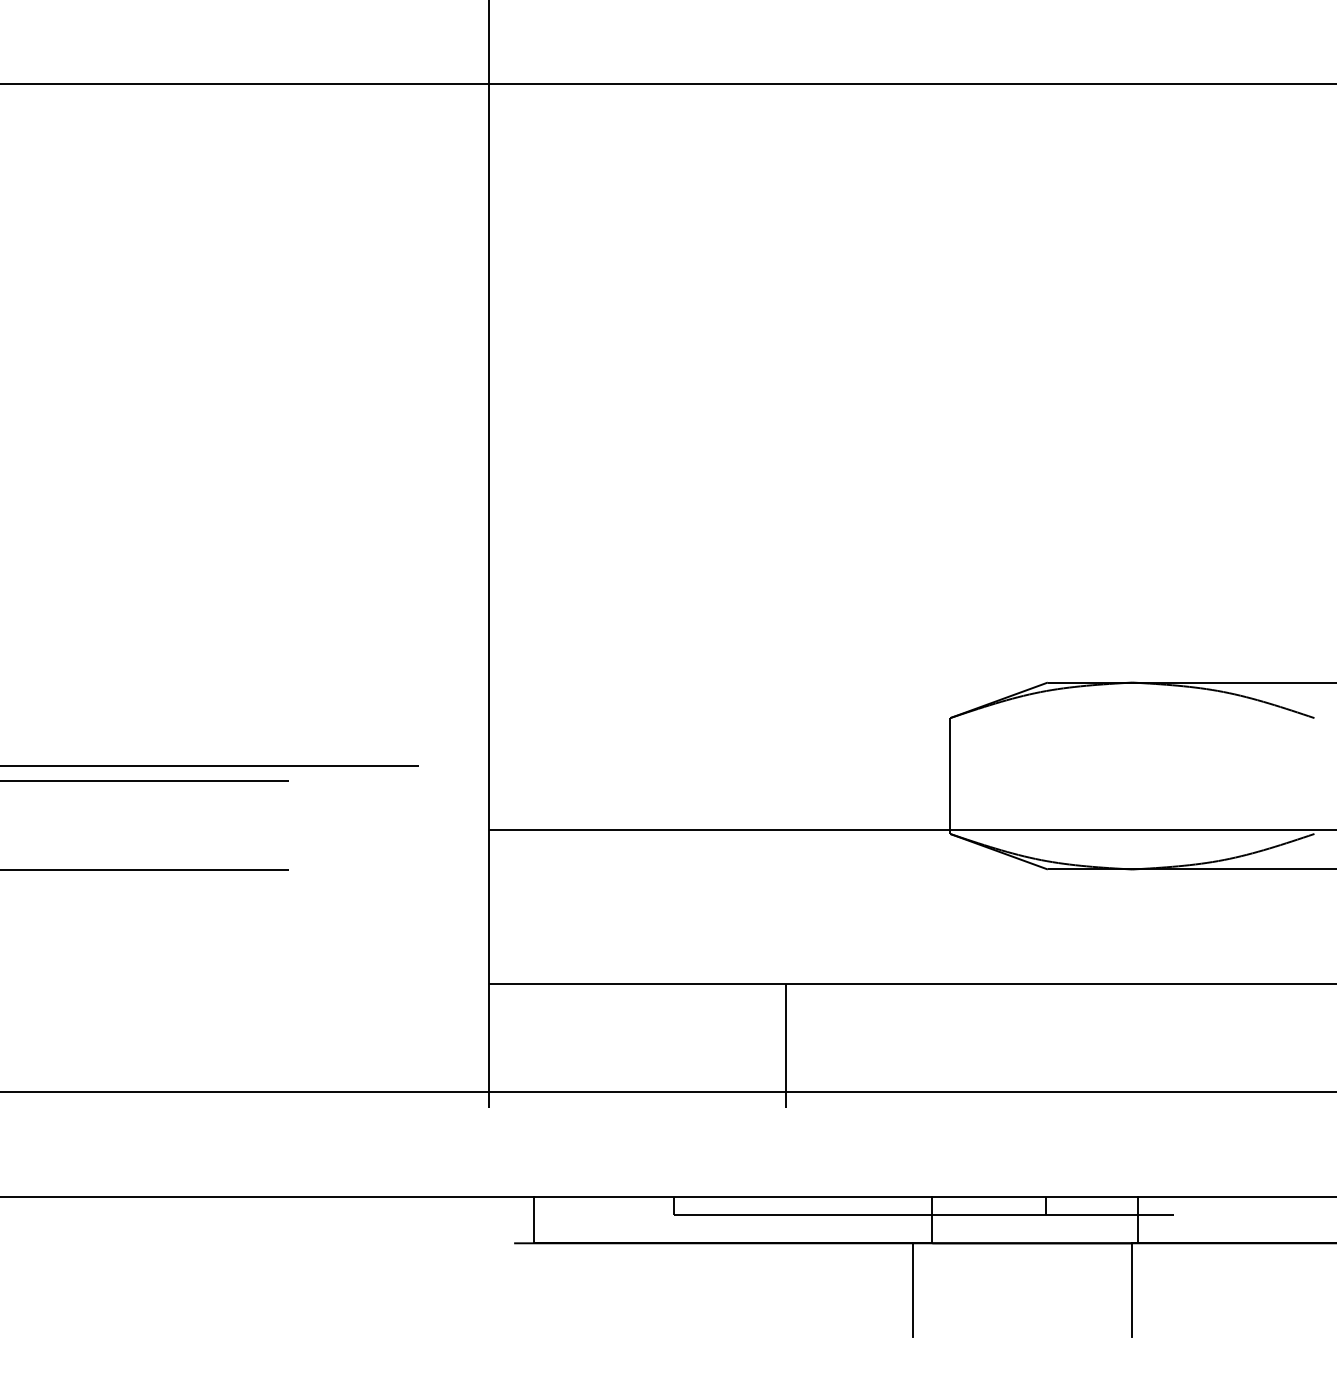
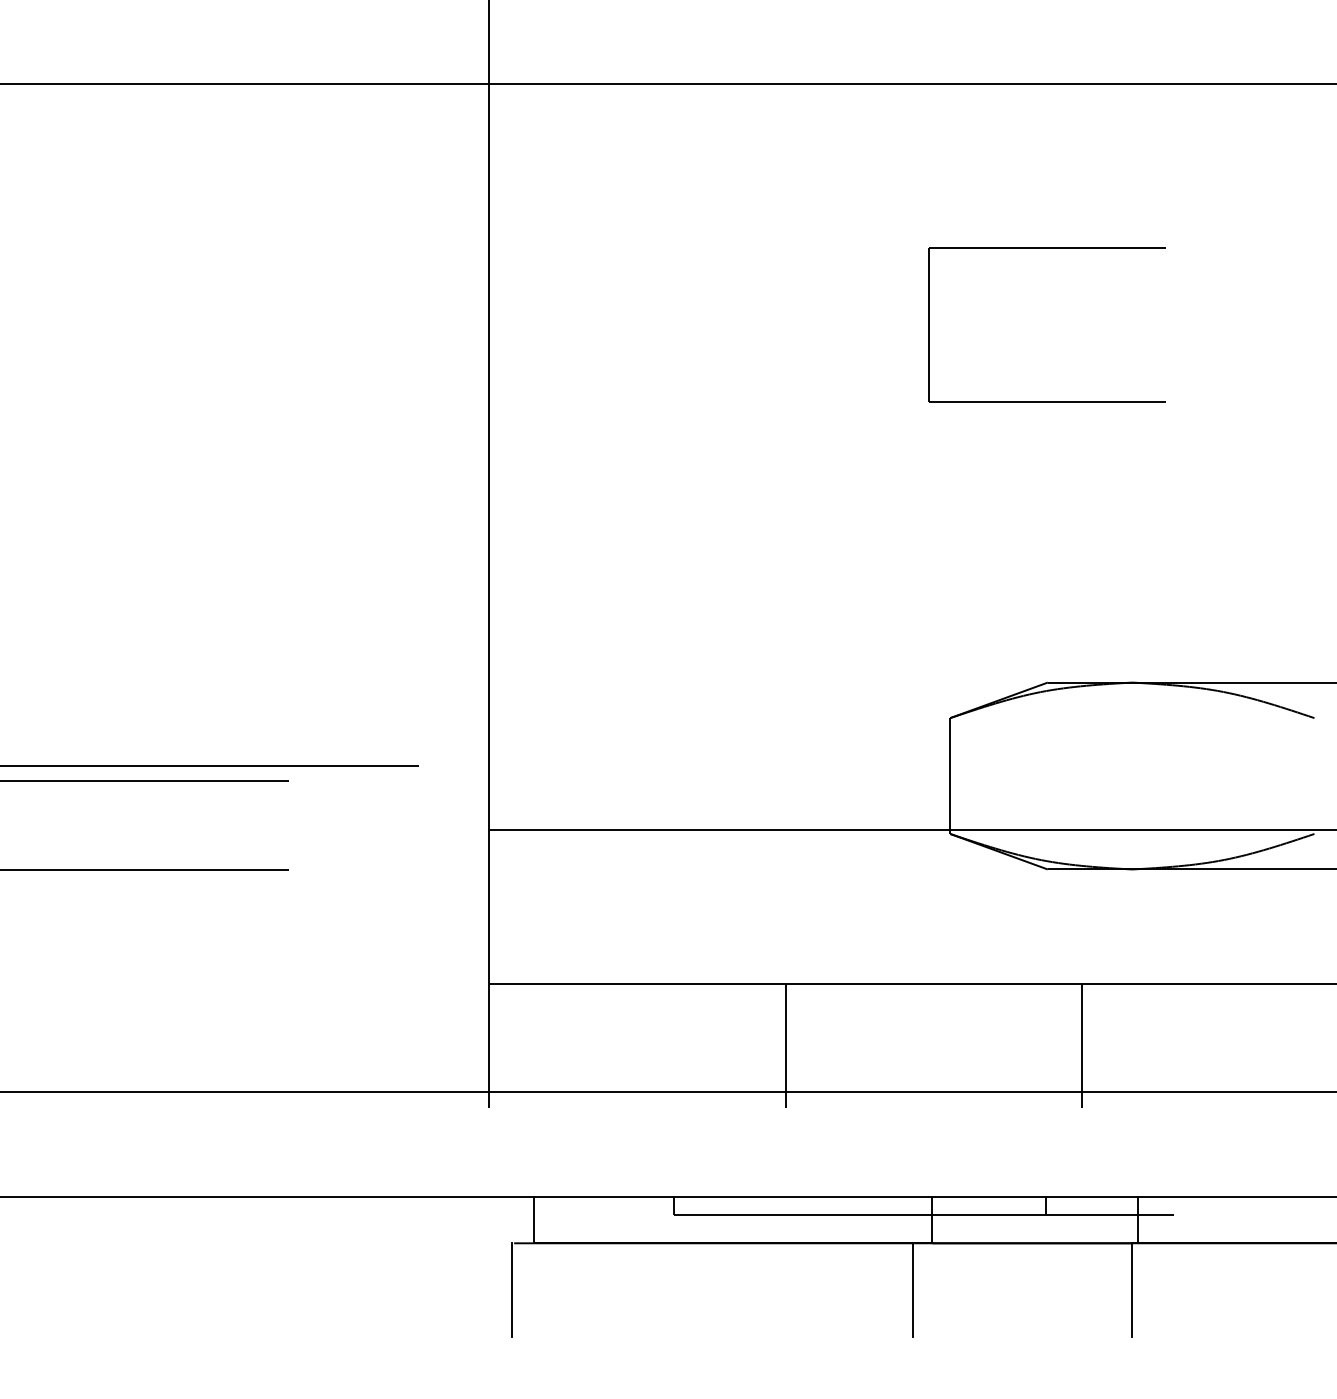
part at (1046, 248): none -> present
line at (1082, 1045): none -> present
line at (511, 1289): none -> present
